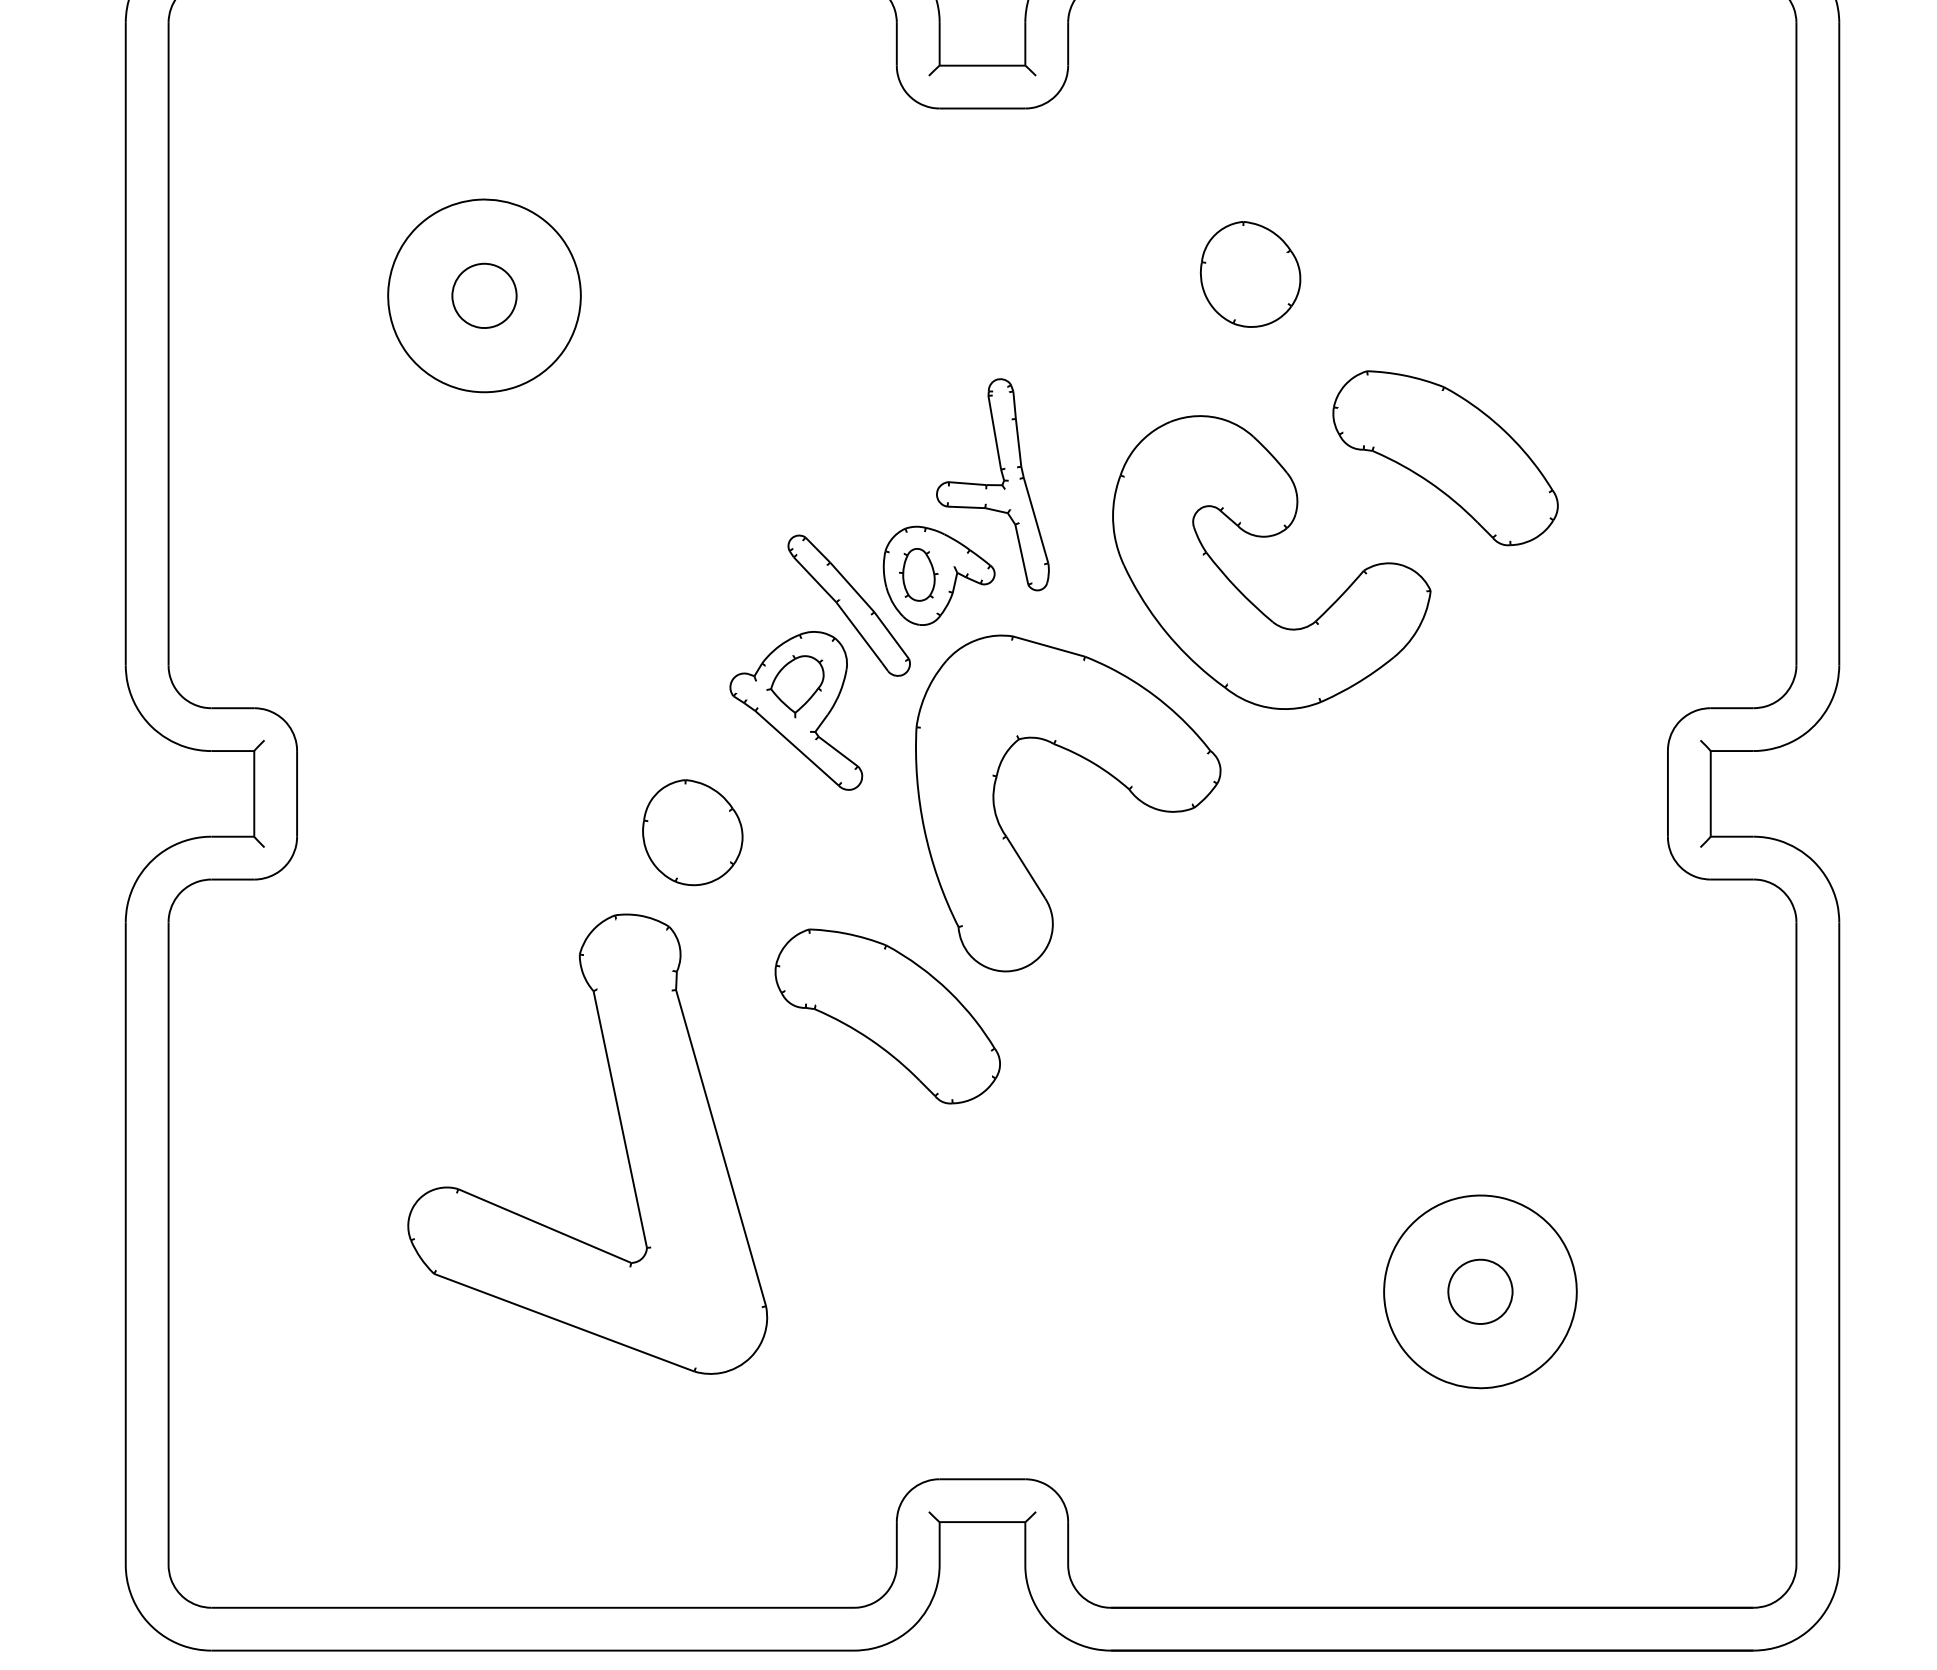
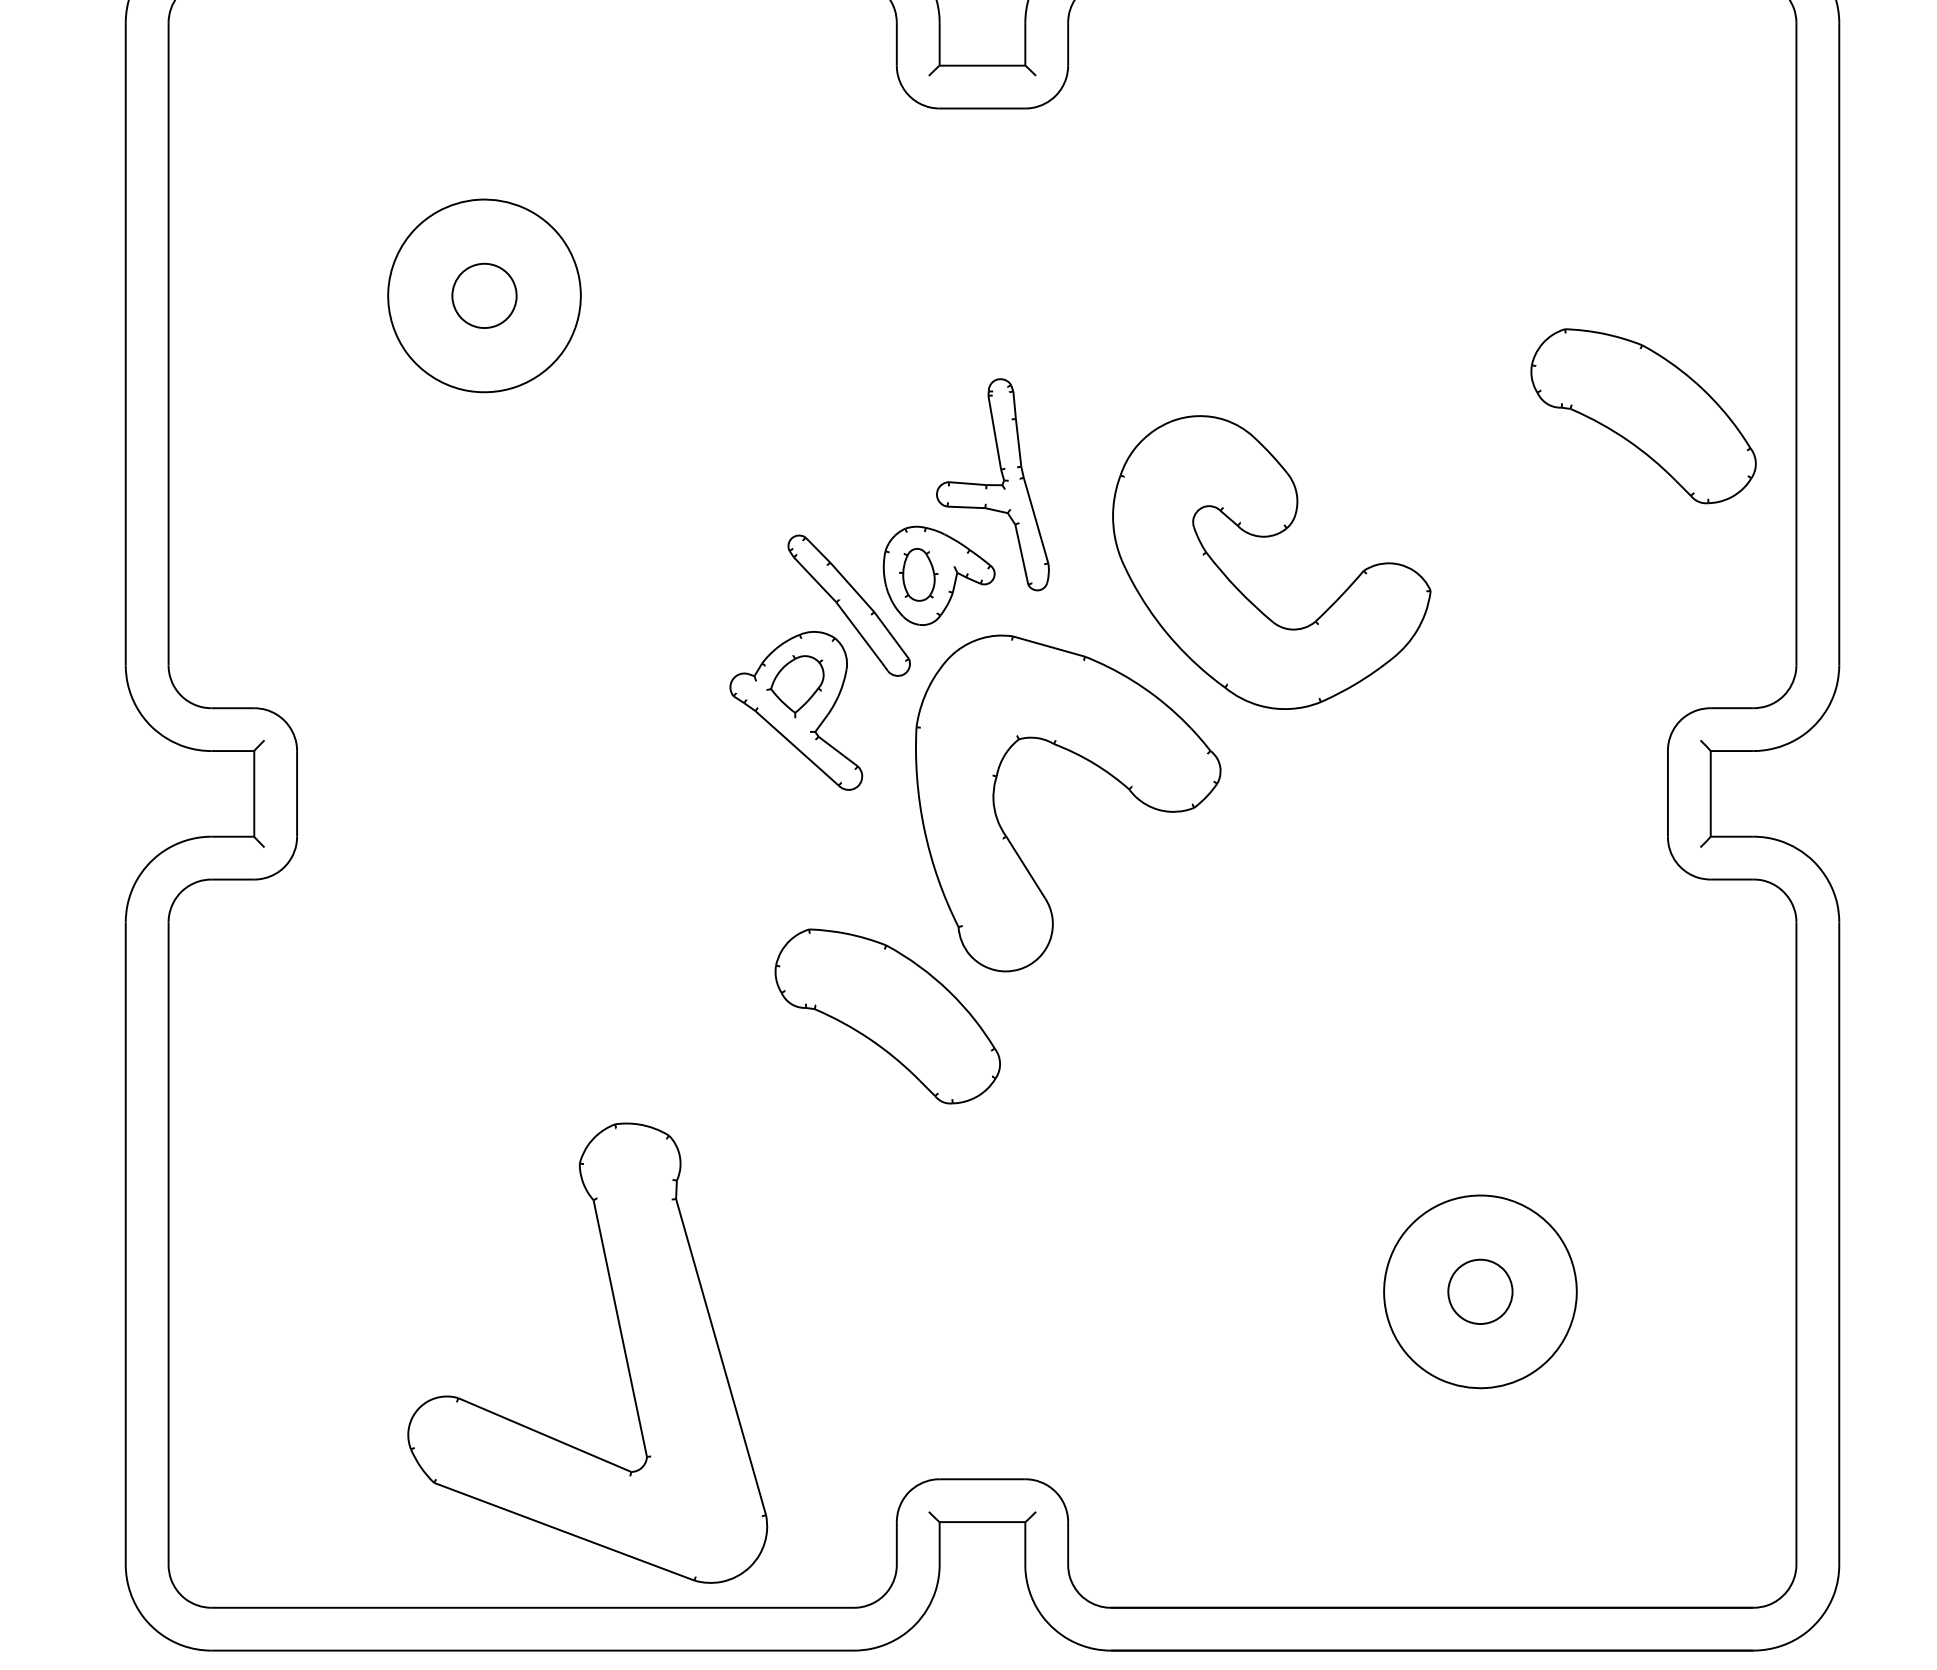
part at (1250, 274): present -> none
part at (1445, 458) position: (1445, 458) -> (1643, 416)
part at (692, 832): present -> none
part at (622, 1136) position: (622, 1136) -> (622, 1345)
